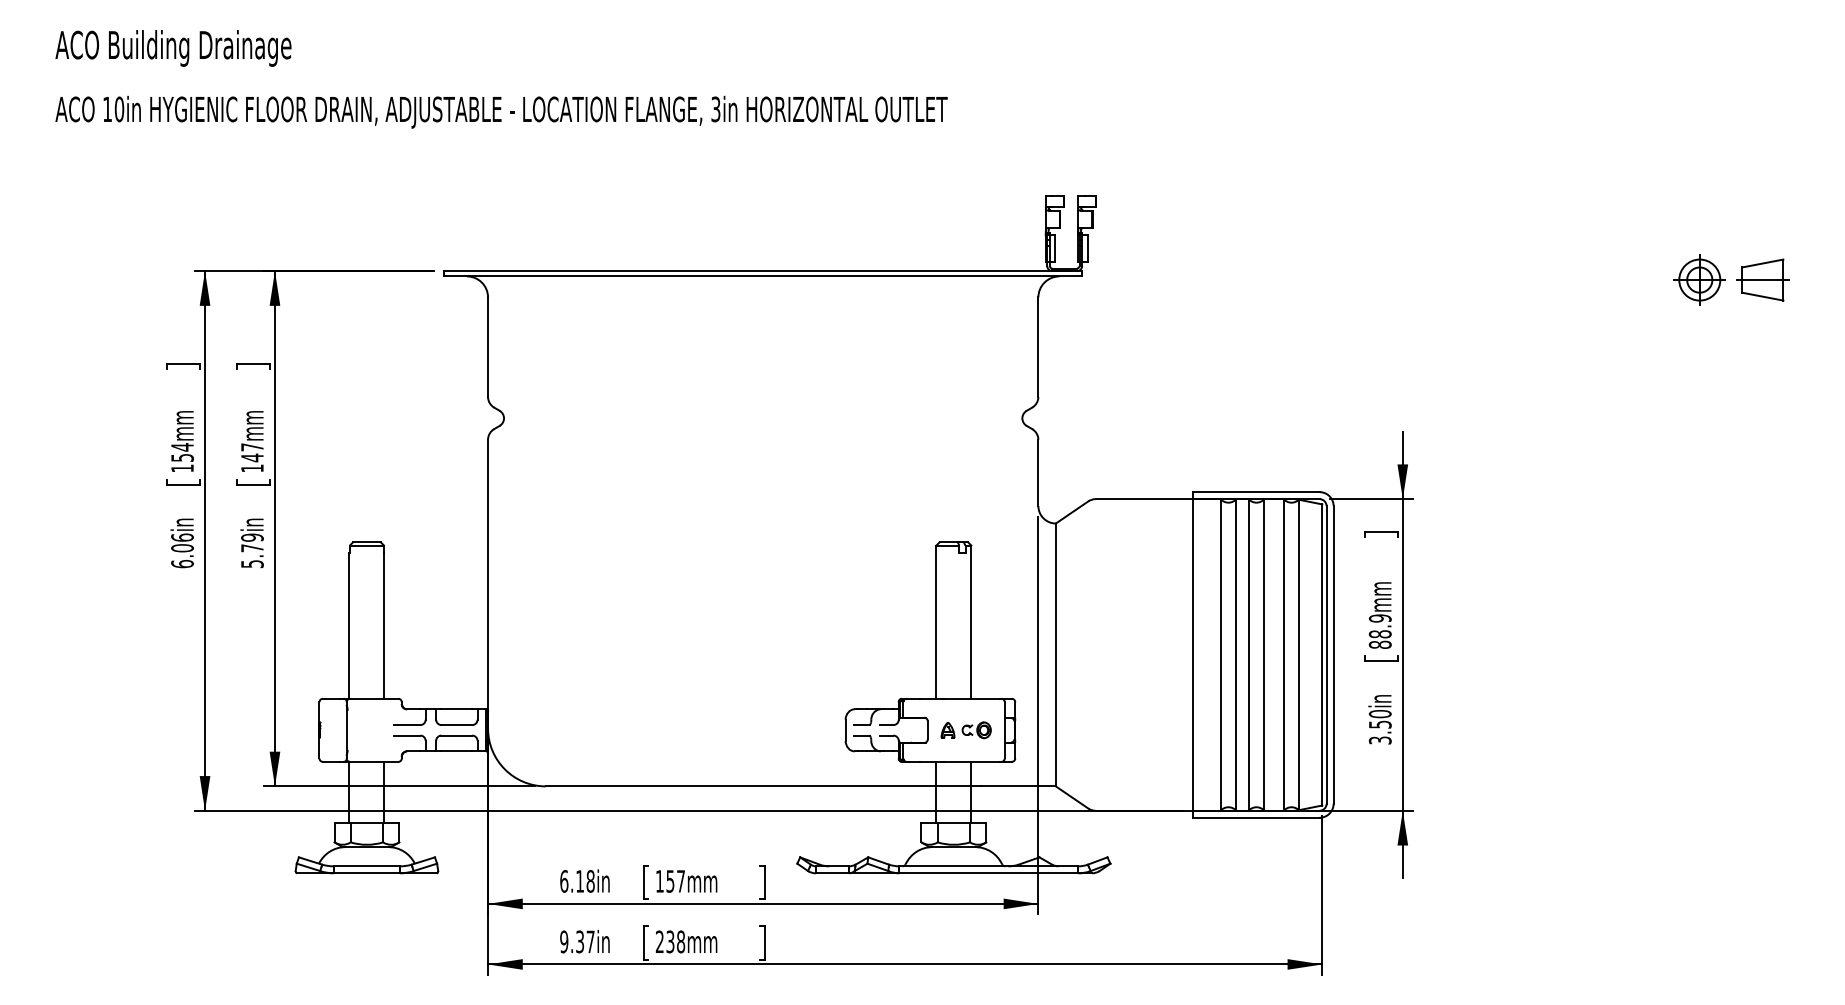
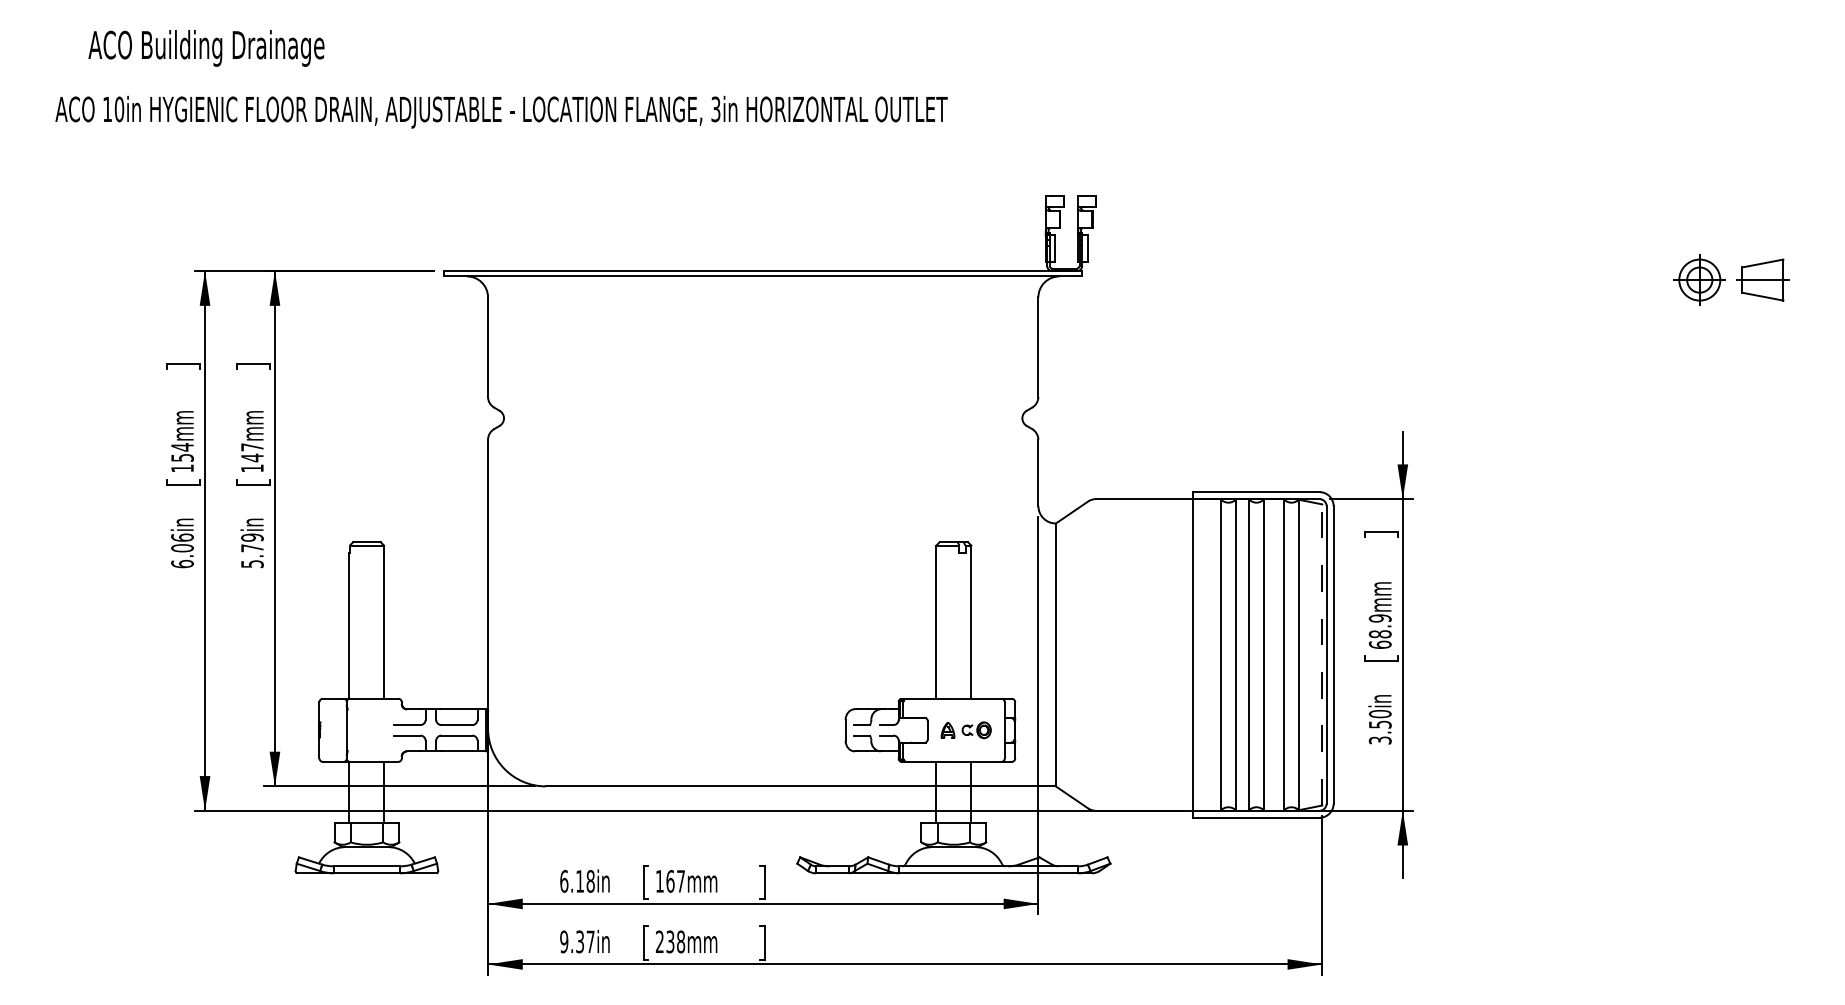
text at (173, 48) position: (173, 48) -> (206, 48)
text at (1379, 644): 88.9mm -> 68.9mm
line at (1322, 654): solid -> dashed
text at (670, 881): 157mm -> 167mm
